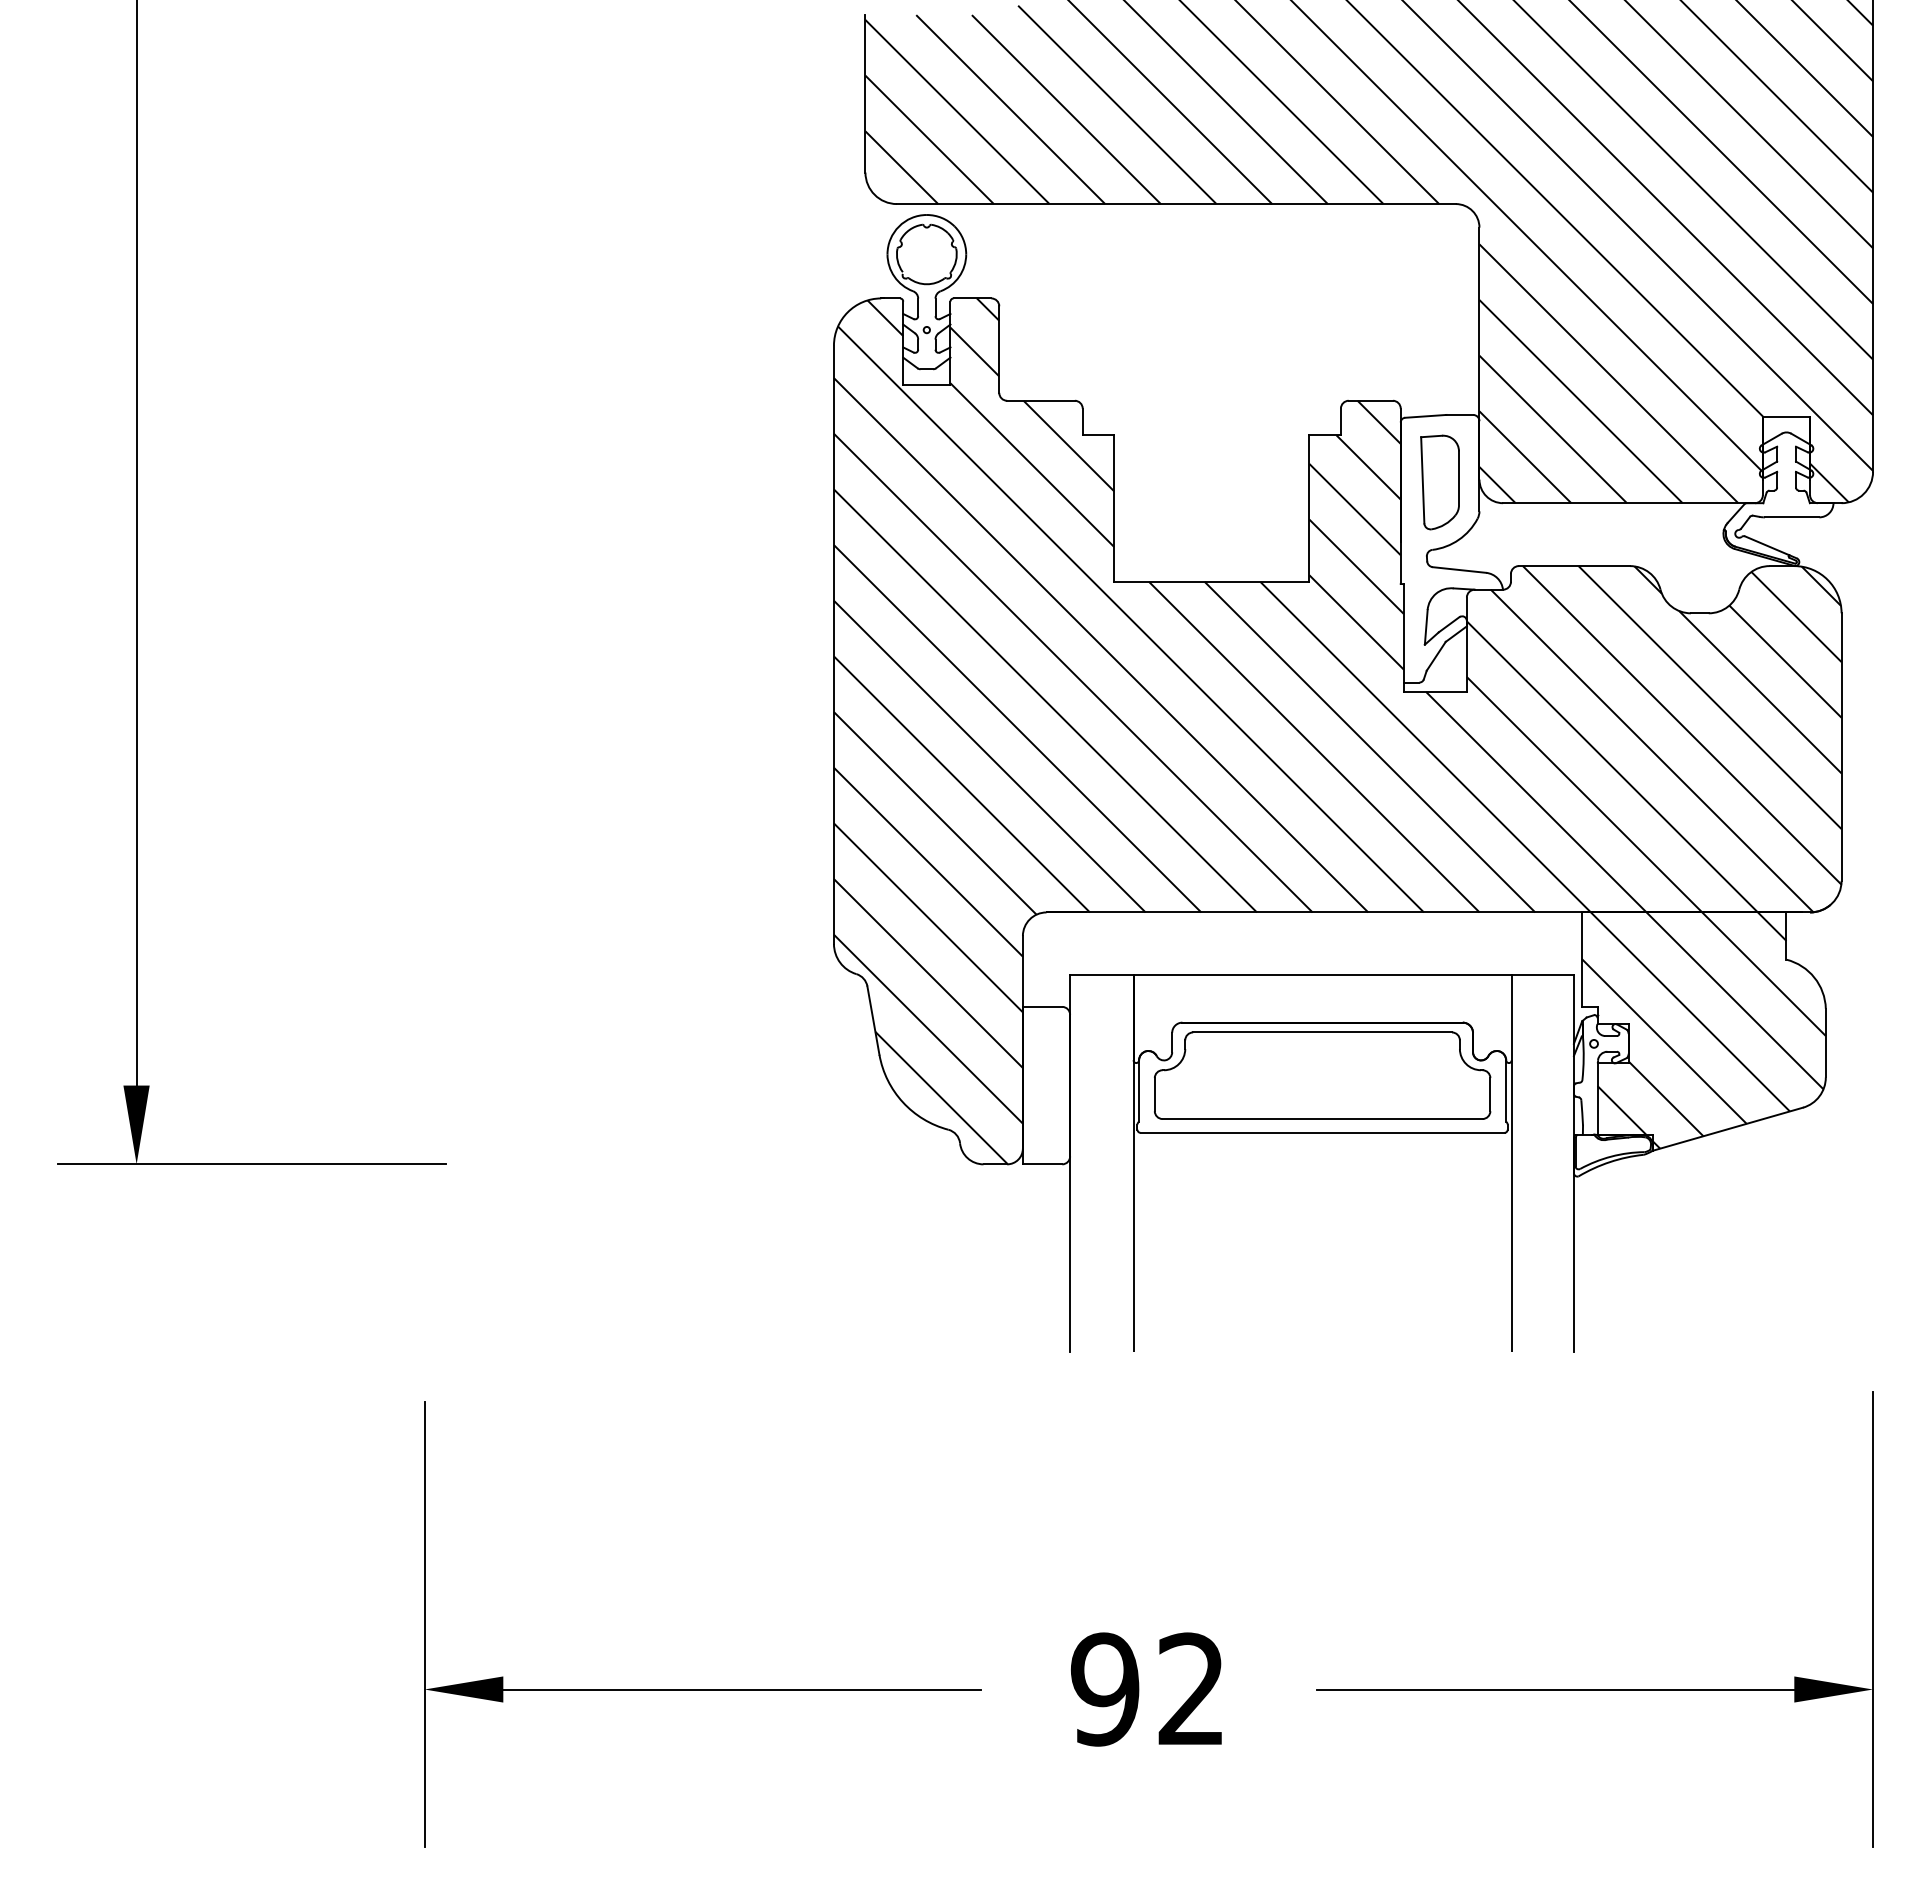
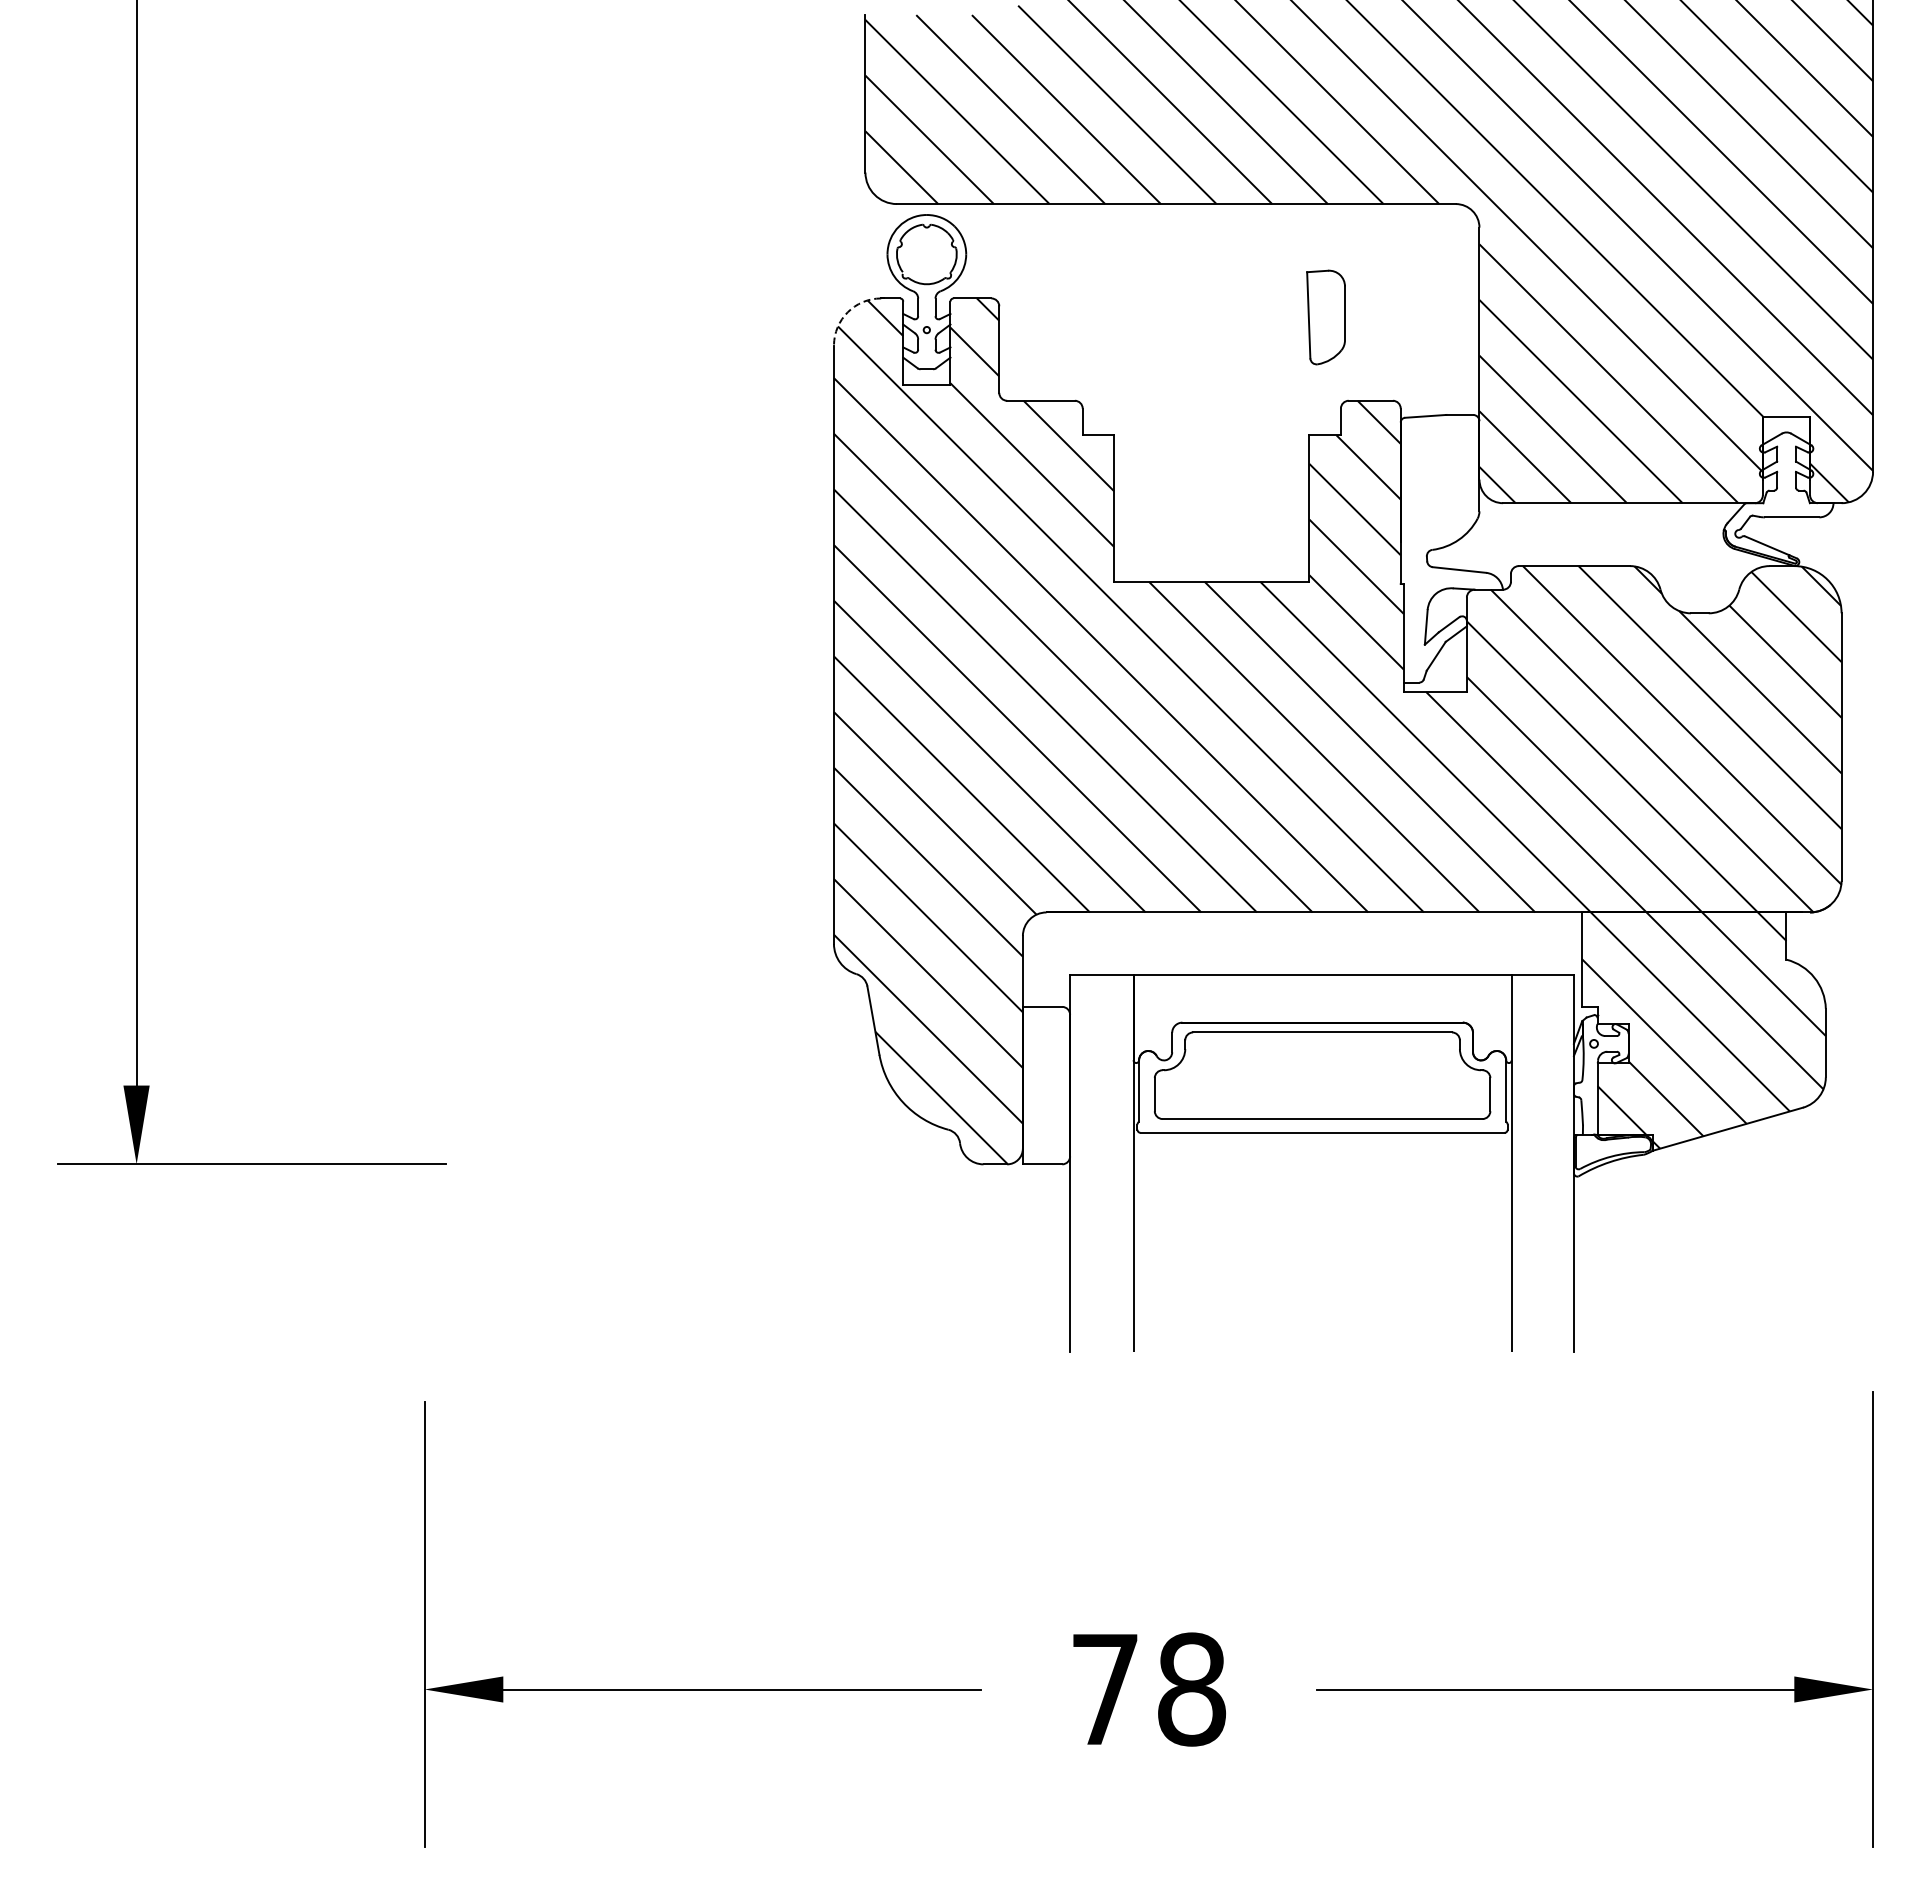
arc at (847, 312): solid -> dashed
part at (1439, 482) position: (1439, 482) -> (1325, 317)
text at (1148, 1689): 92 -> 78
